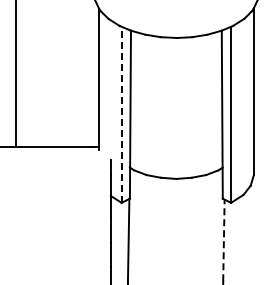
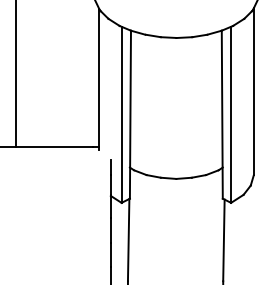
line at (121, 114): dashed -> solid
line at (223, 240): dashed -> solid
